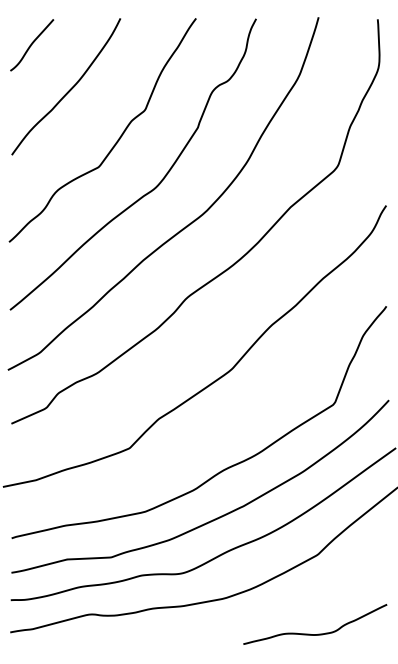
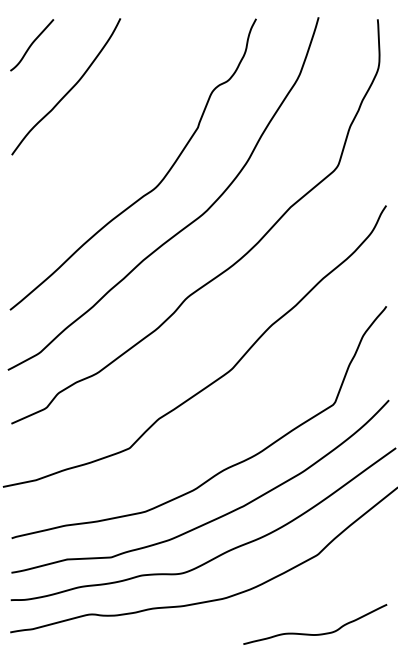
curve at (117, 139): present -> none
